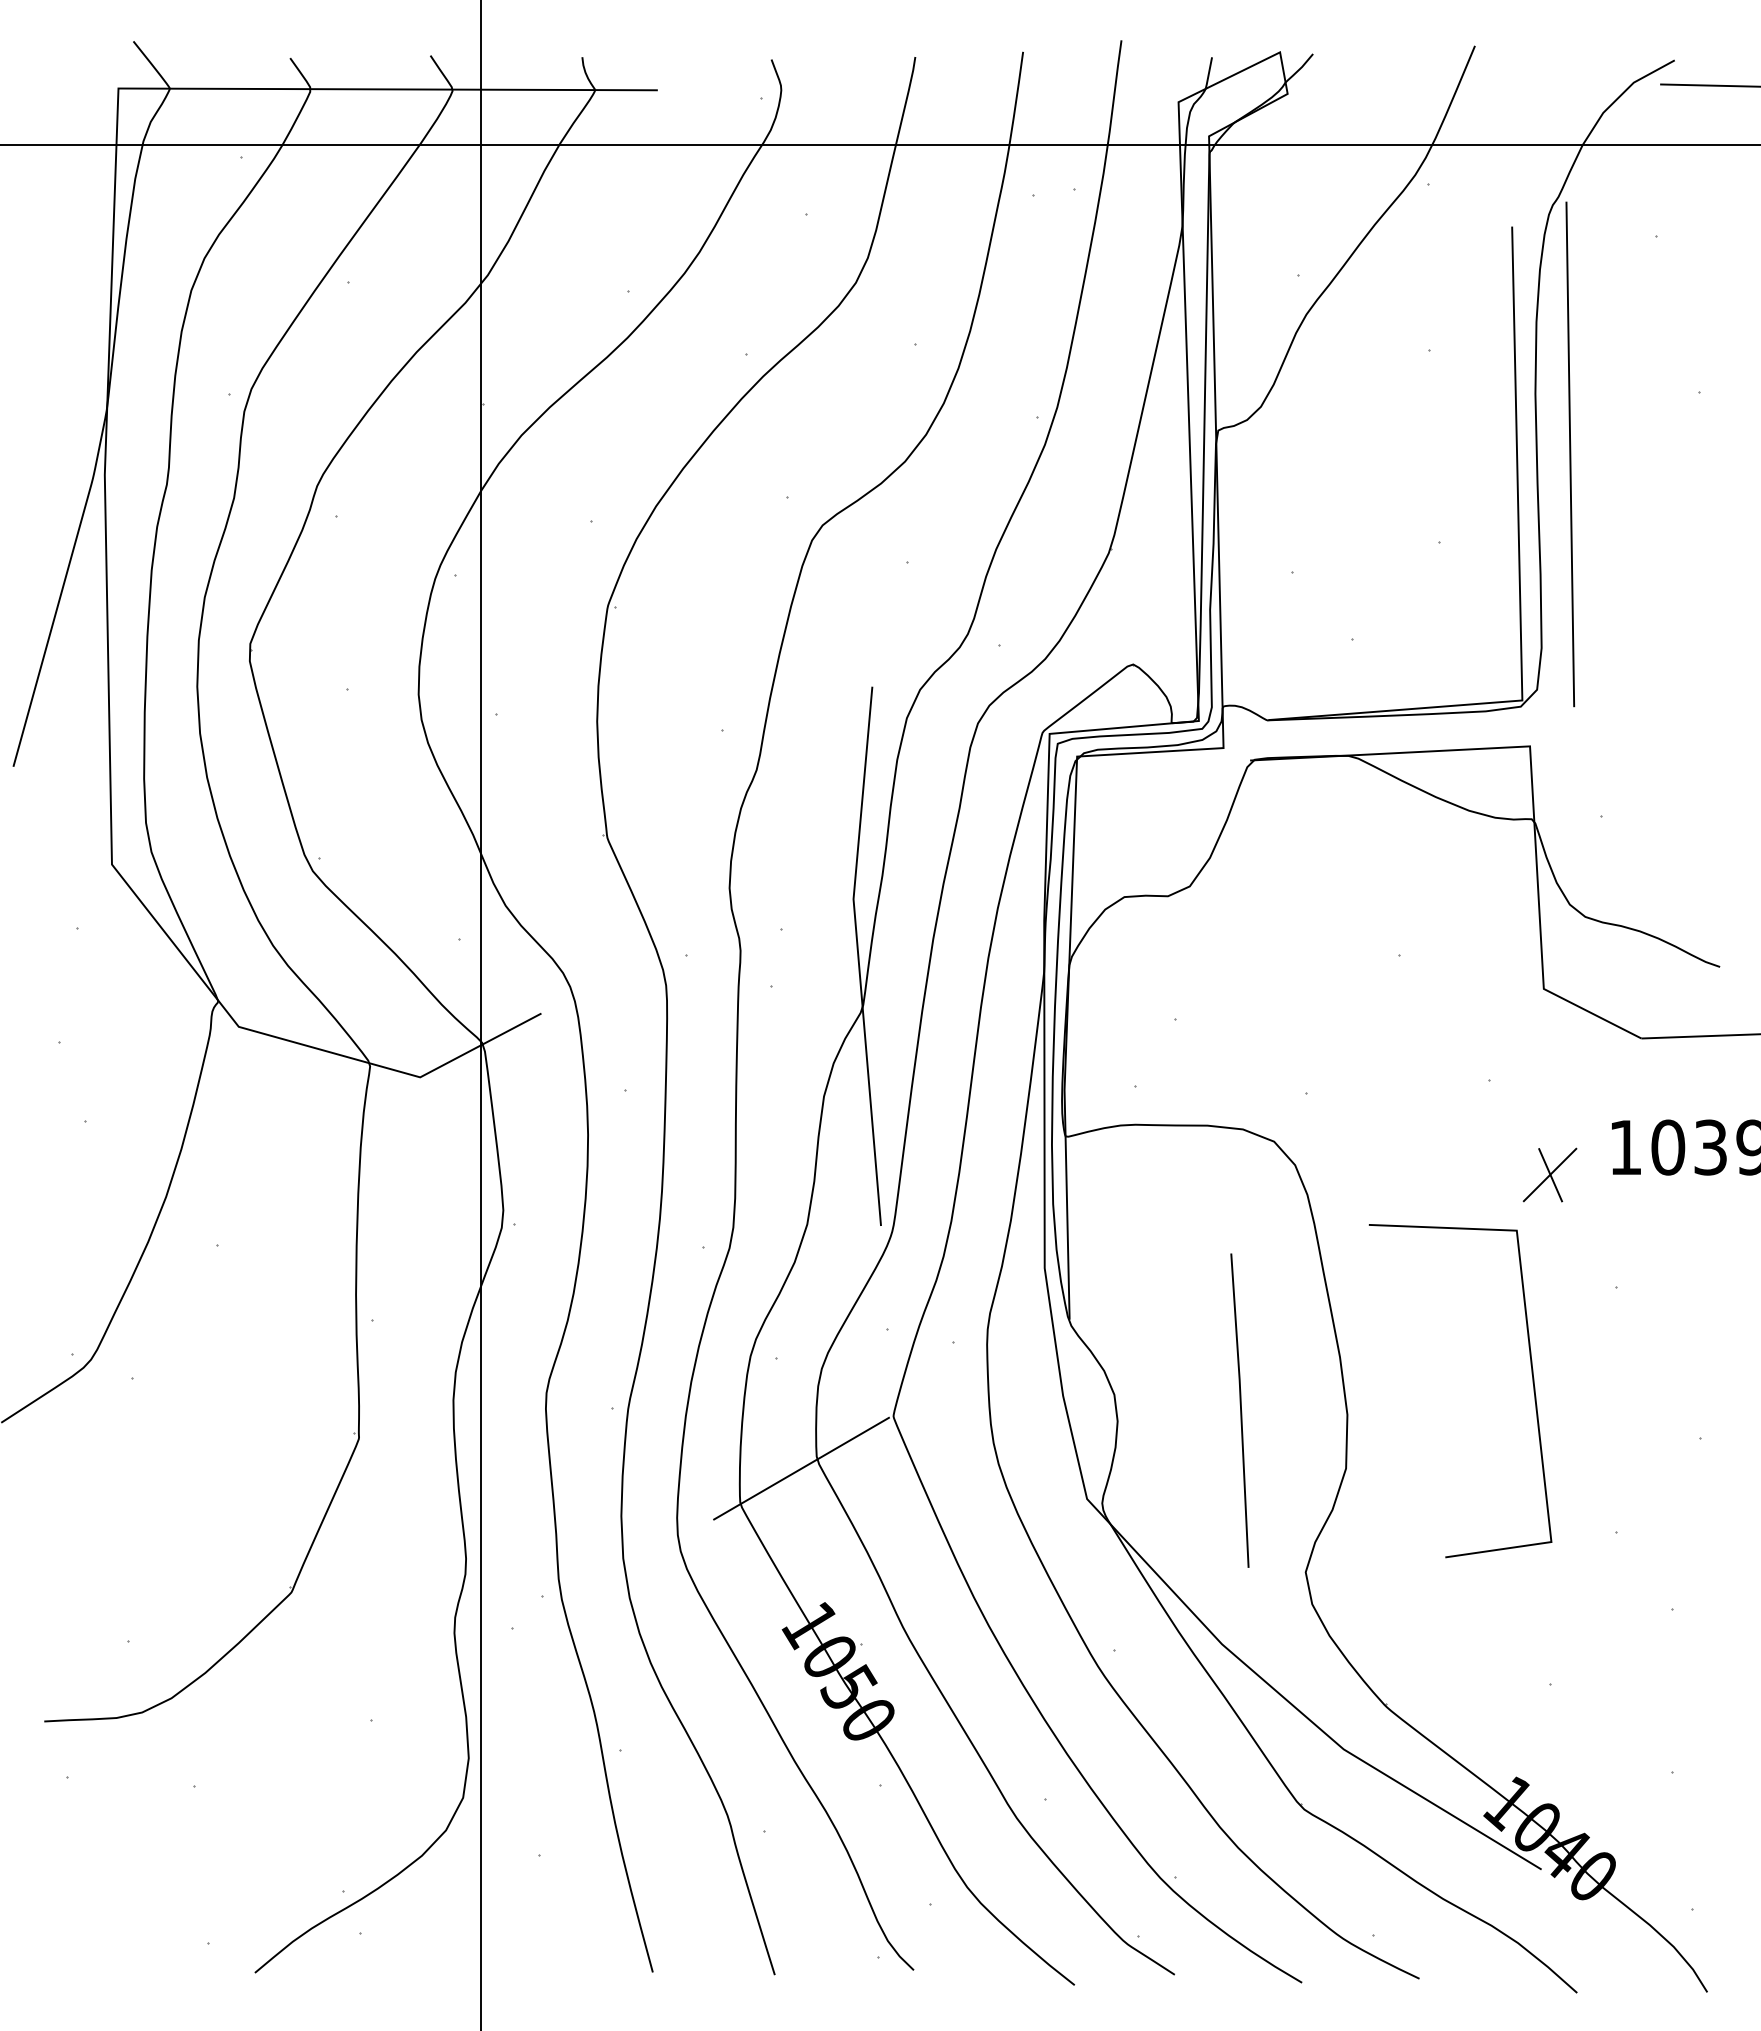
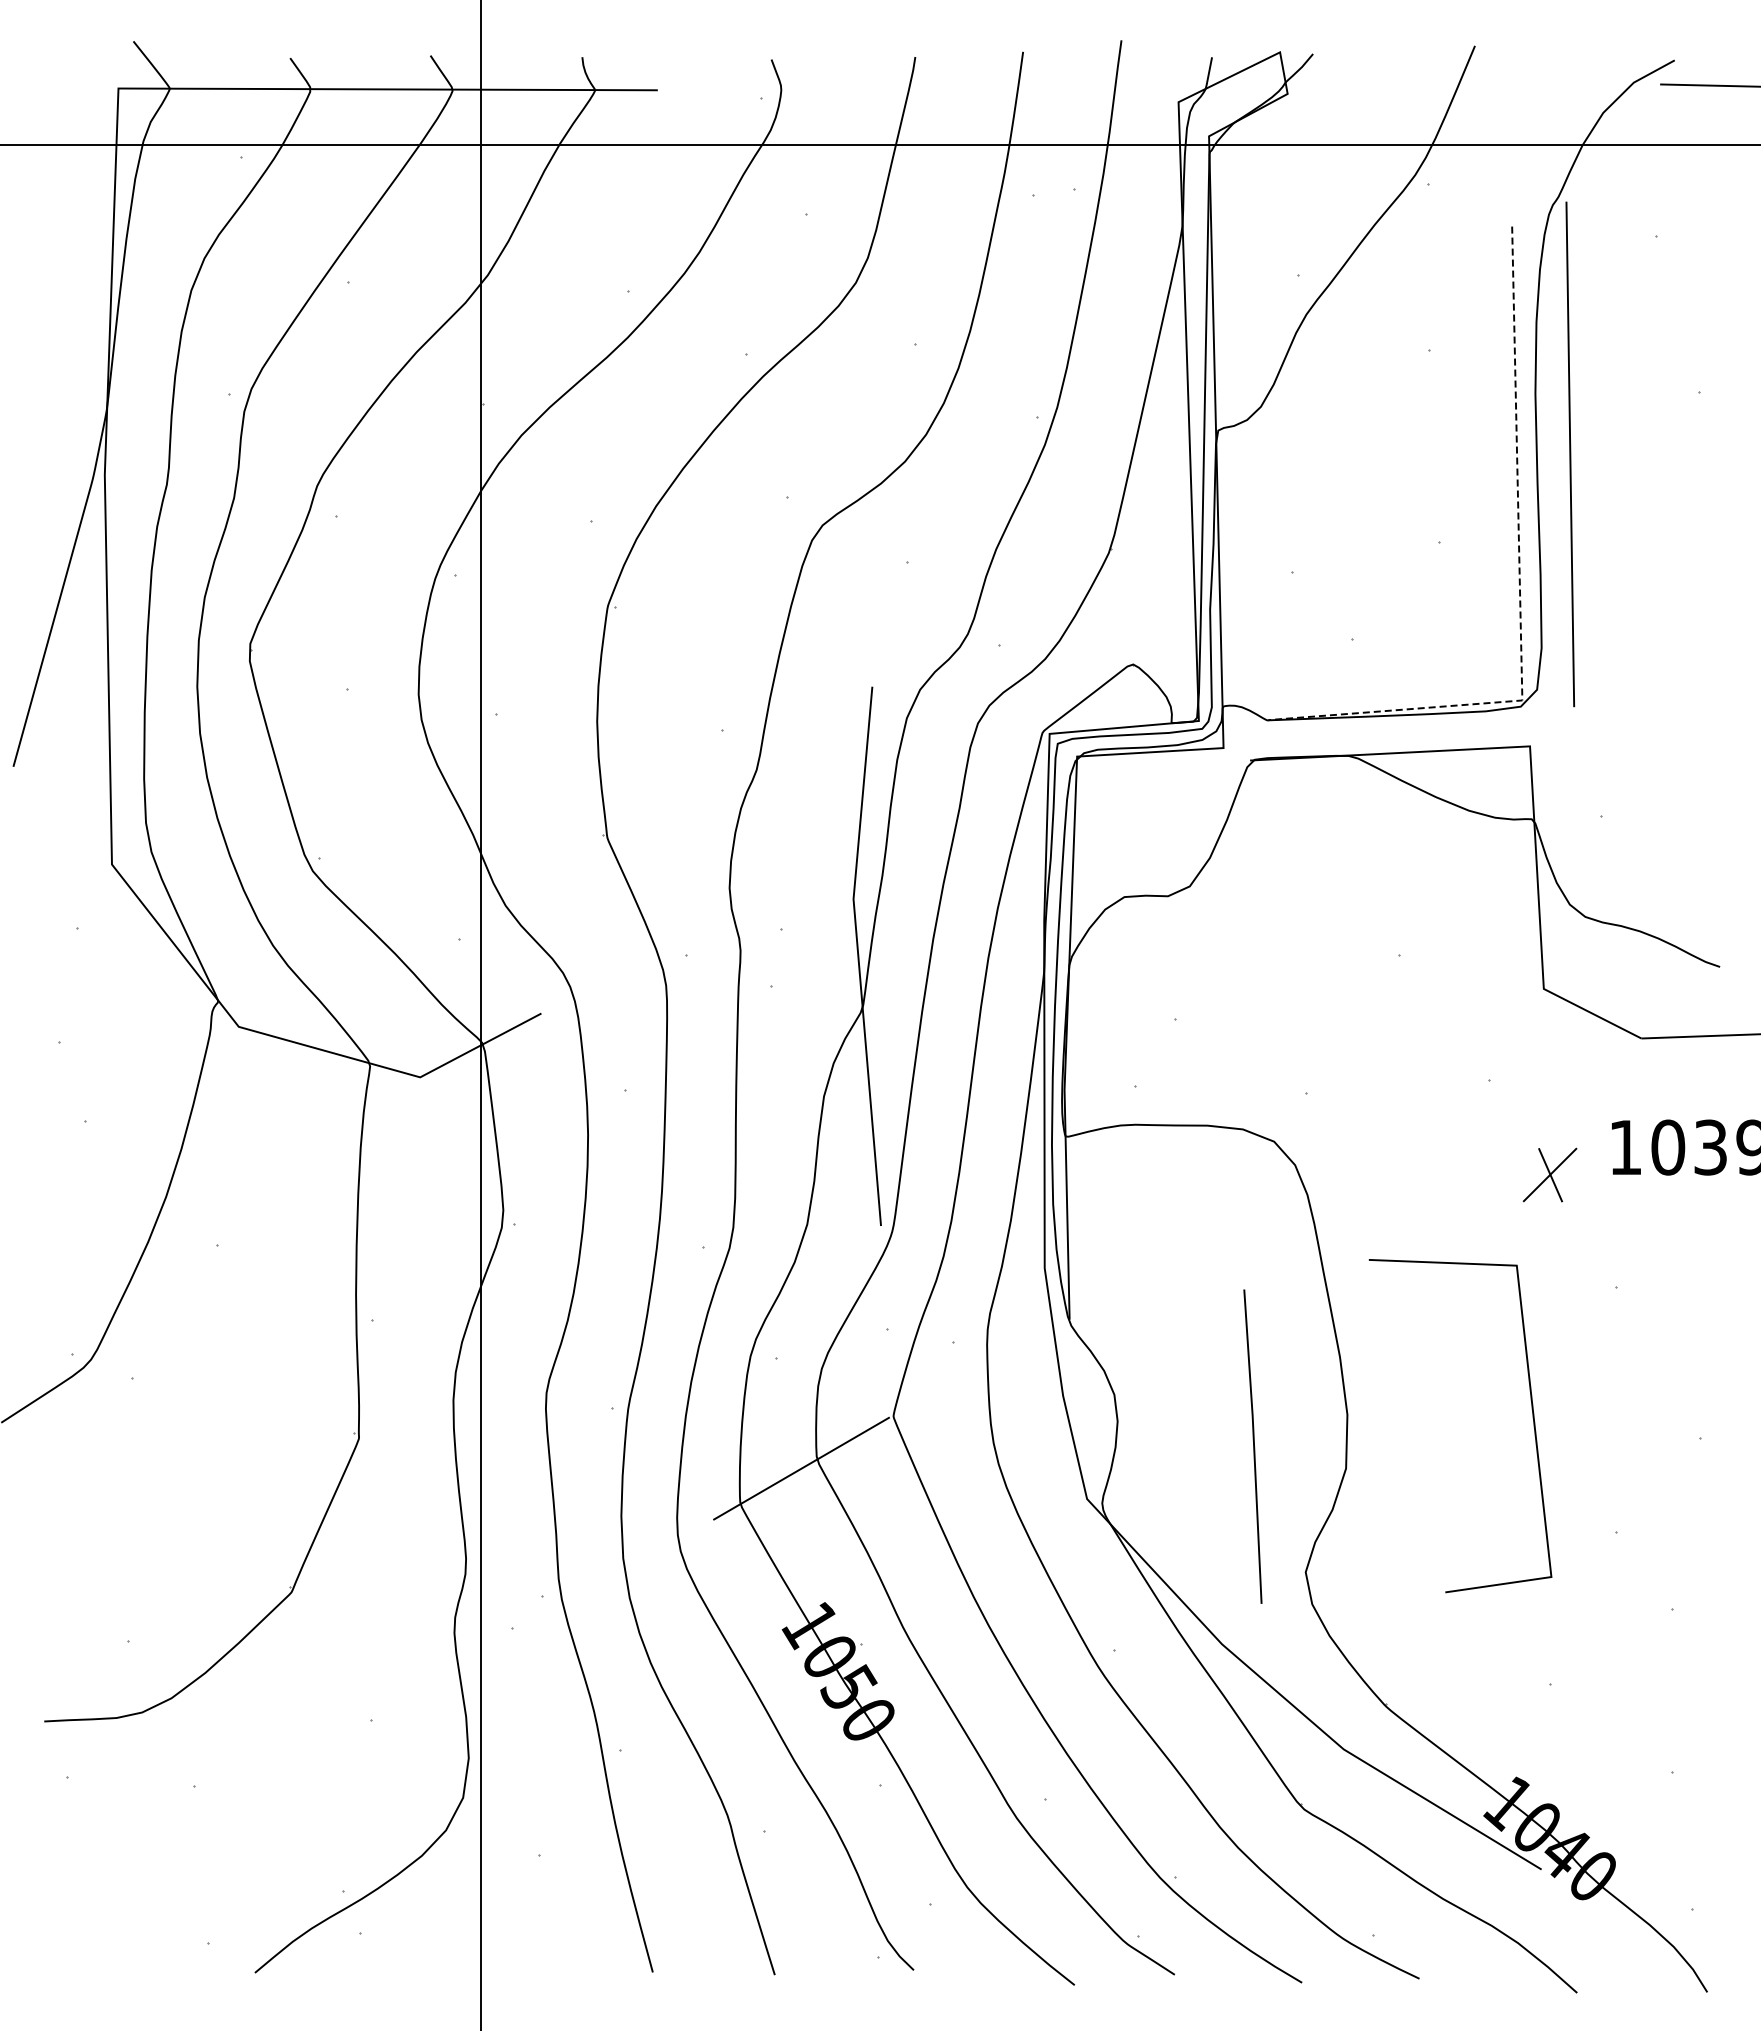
line at (1520, 591): solid -> dashed
line at (1532, 1383) position: (1532, 1383) -> (1532, 1418)
line at (1240, 1410) position: (1240, 1410) -> (1253, 1446)
